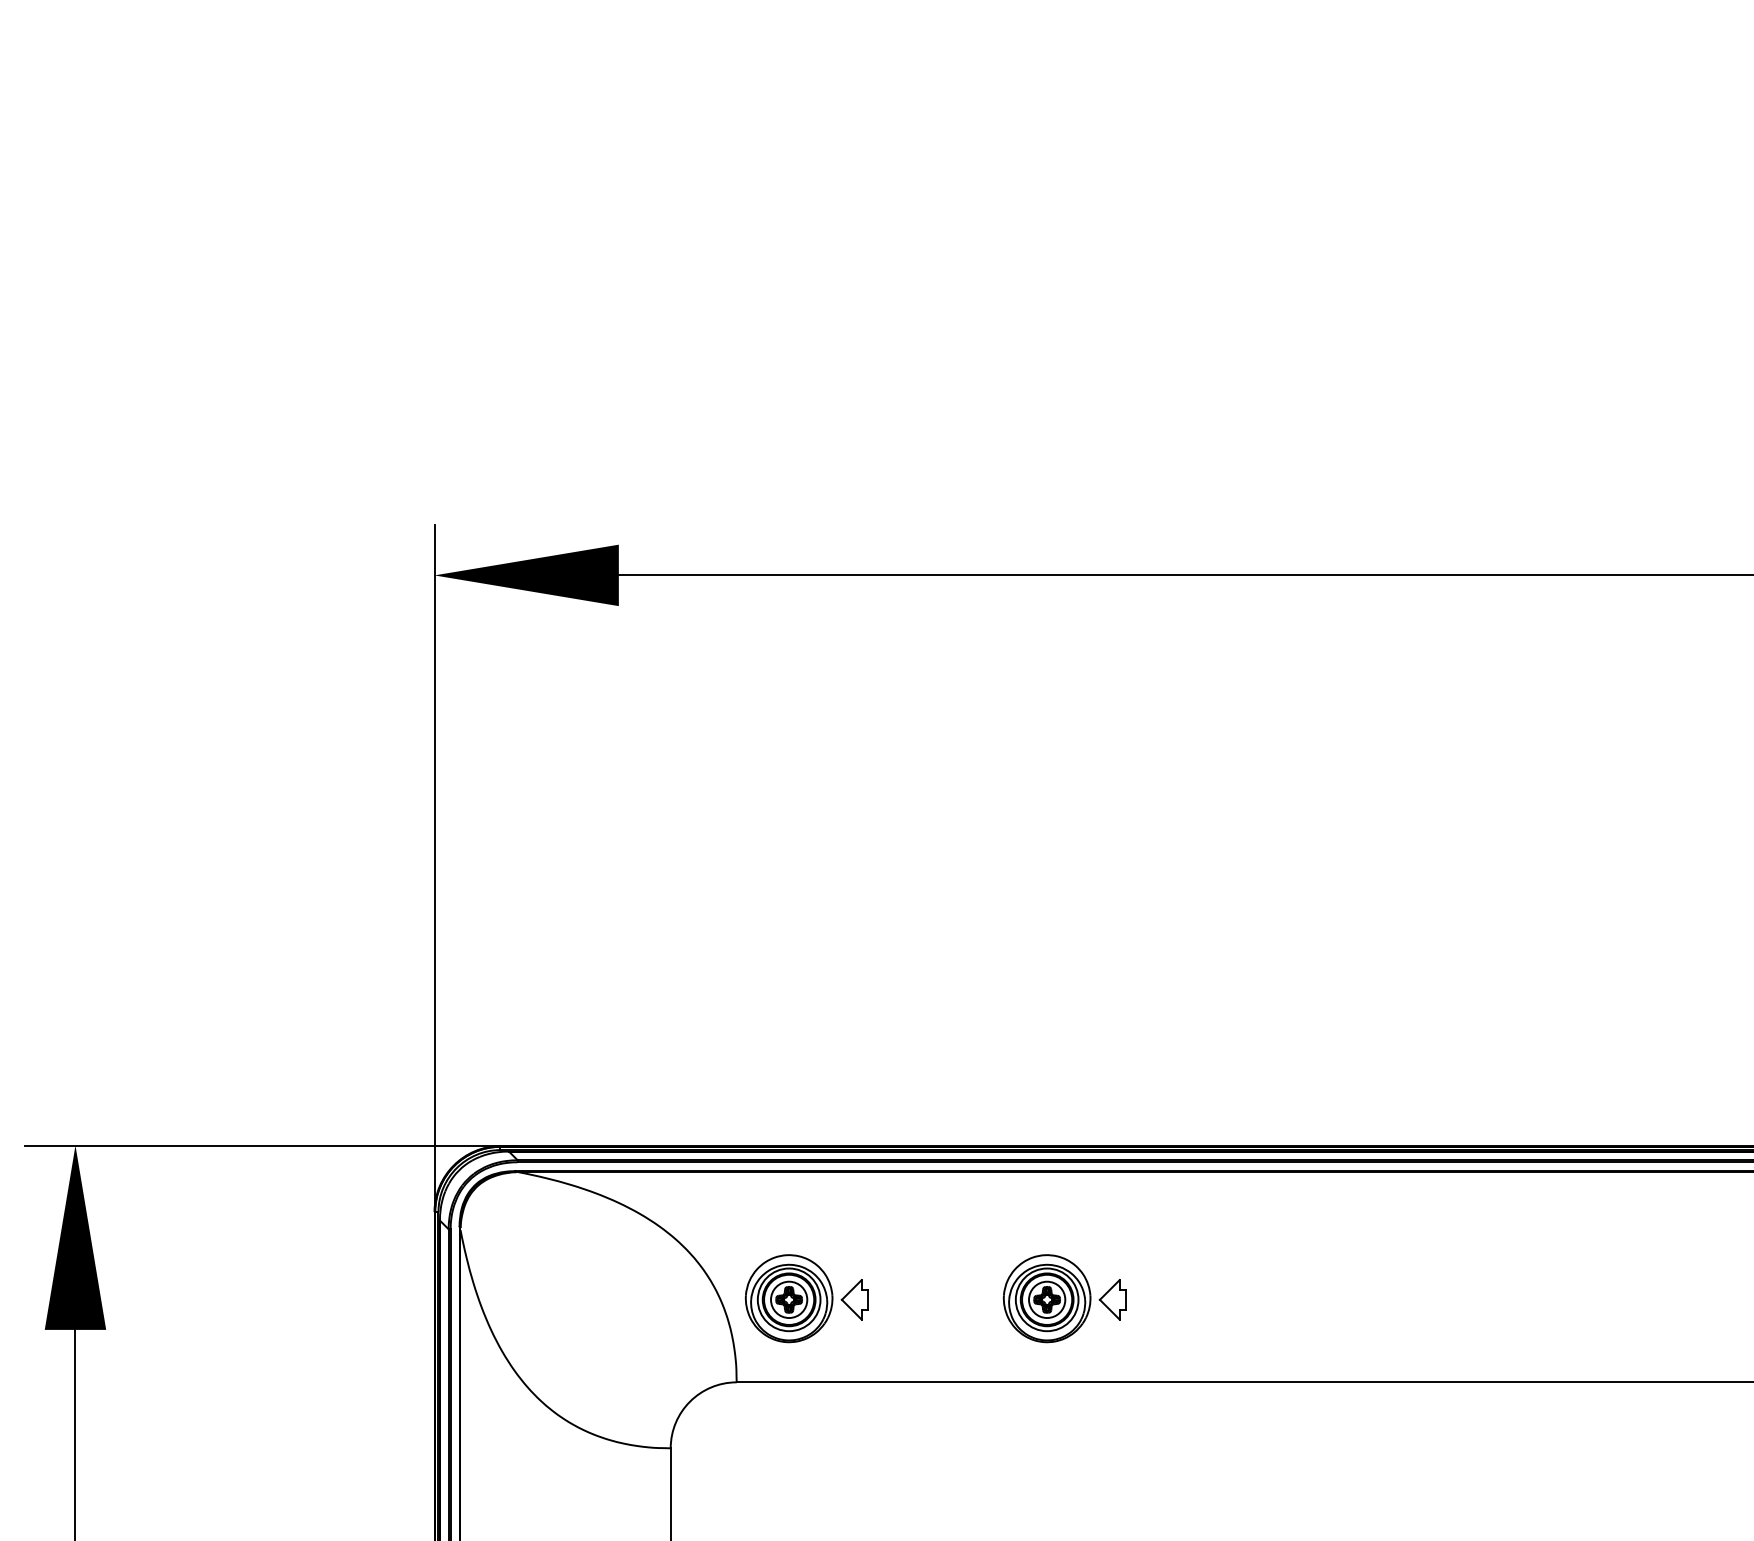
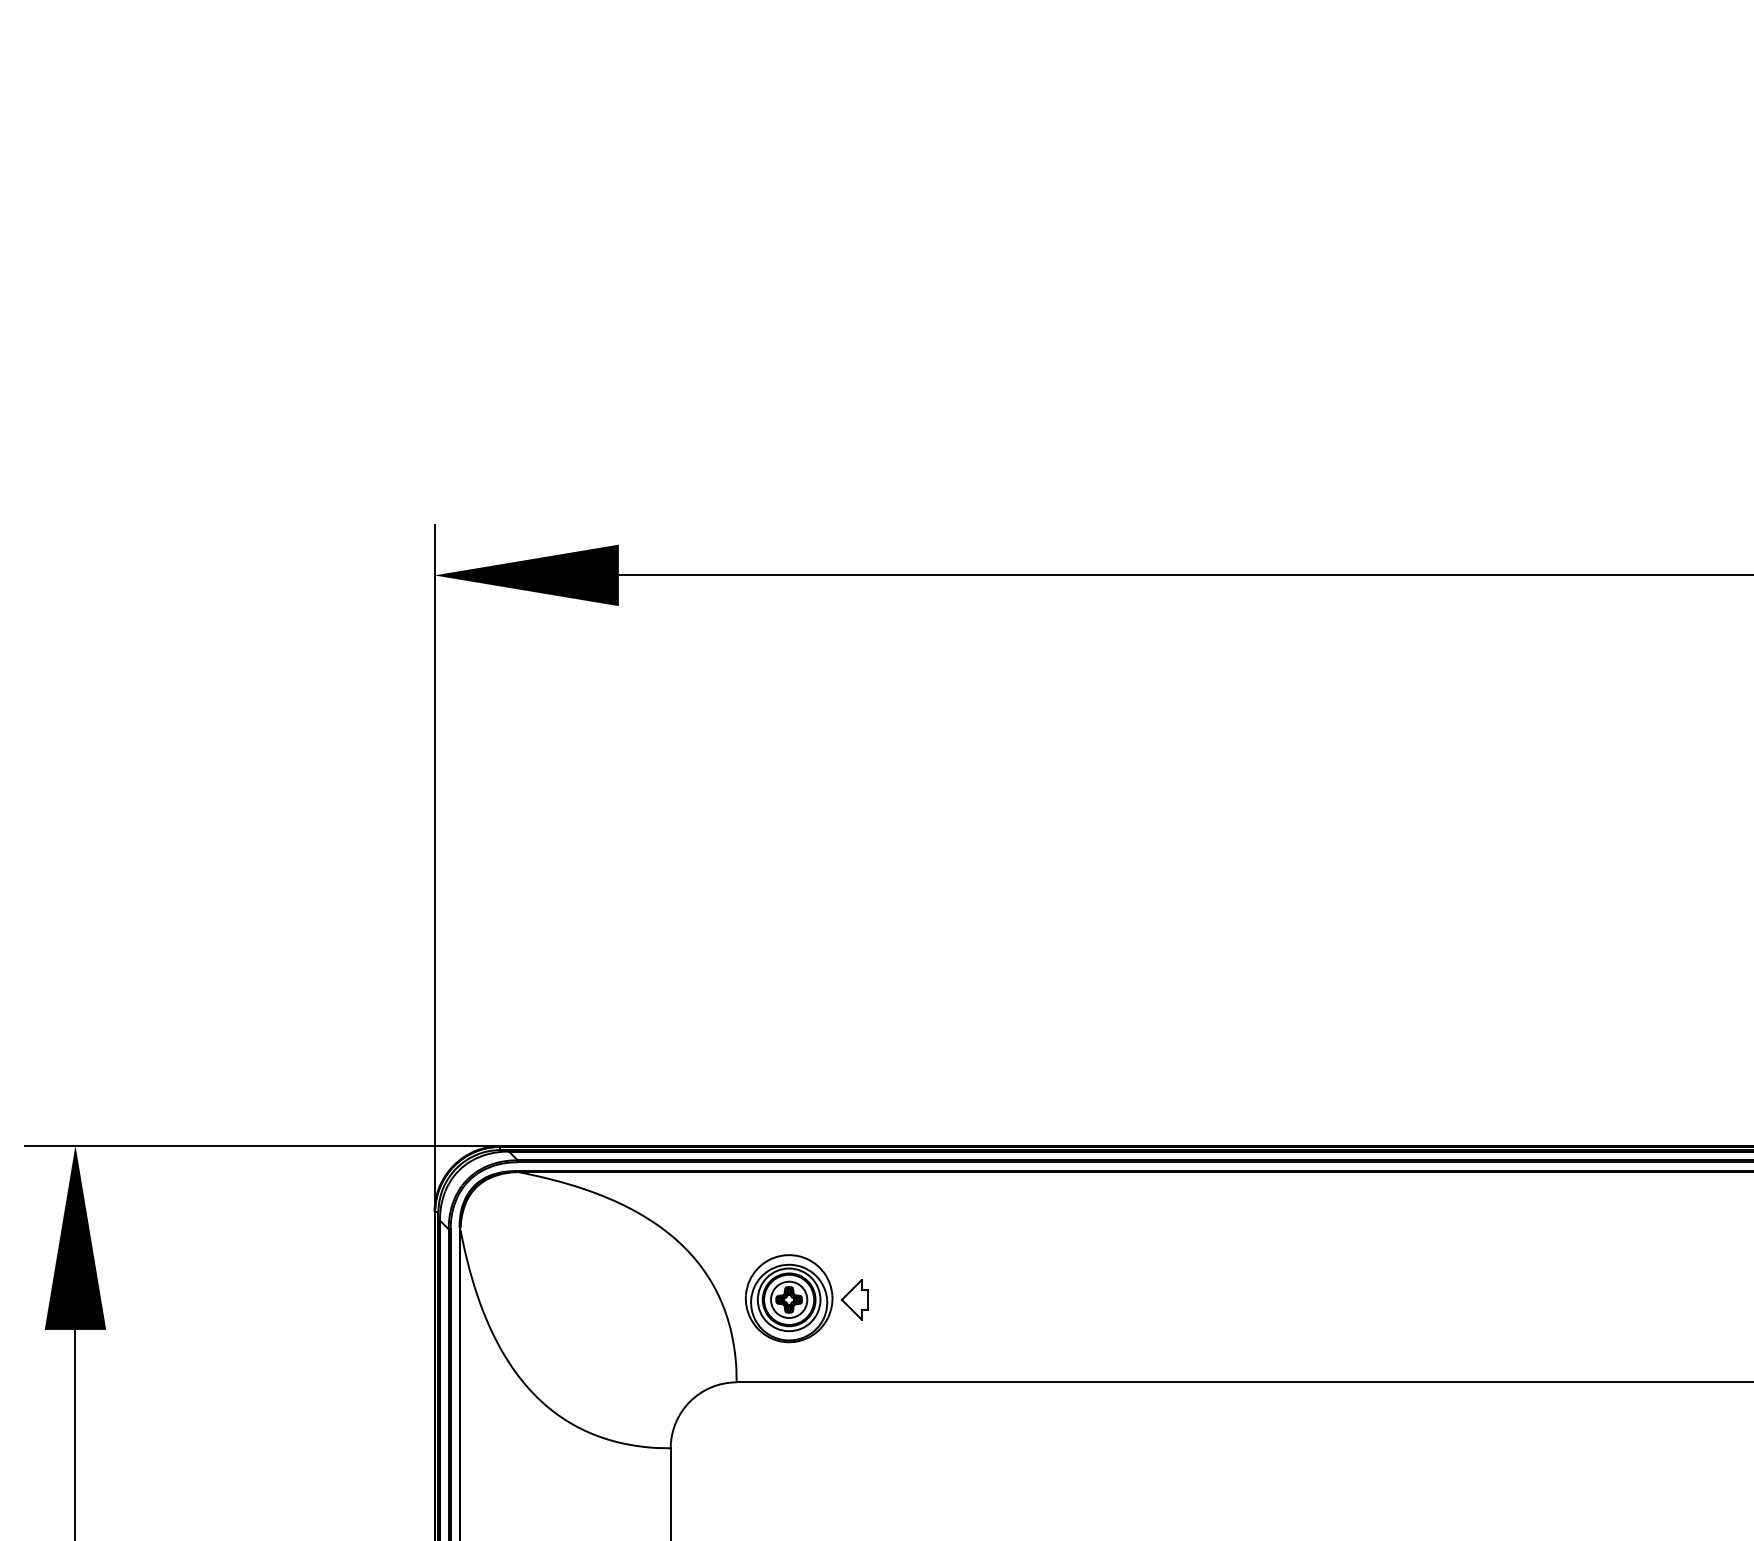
part at (1064, 1298): present -> none
